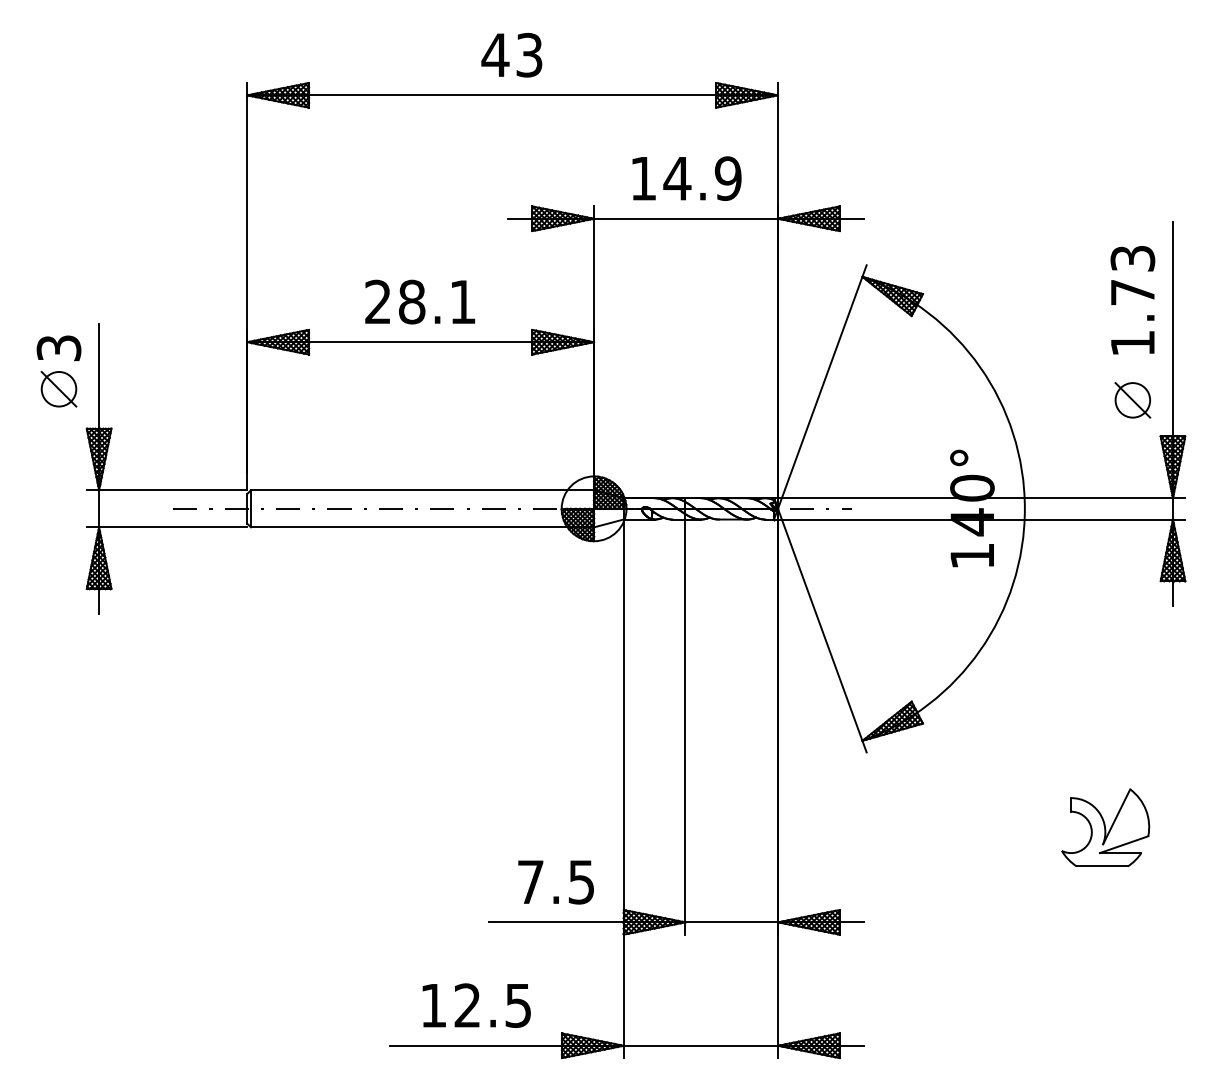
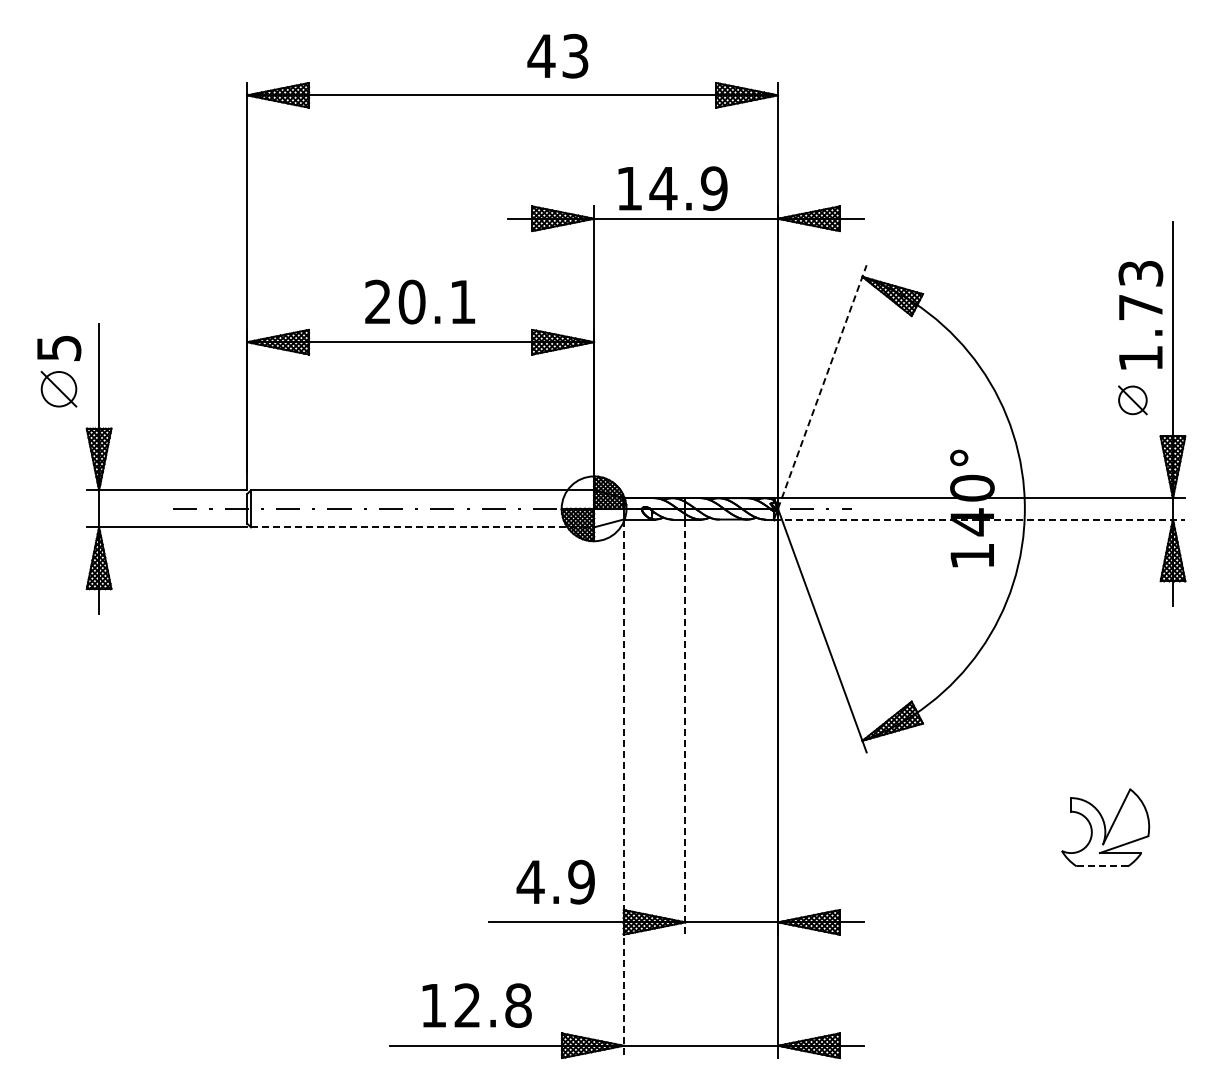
text at (511, 54) position: (511, 54) -> (557, 55)
text at (686, 178) position: (686, 178) -> (672, 188)
text at (1132, 300) position: (1132, 300) -> (1140, 315)
text at (411, 302): 28.1 -> 20.1
text at (58, 347): 3 -> 5
line at (822, 387): solid -> dashed
part at (1132, 400) size: 38x37 px -> 30x31 px
line at (979, 519): solid -> dashed
line at (422, 527): solid -> dashed
line at (685, 727): solid -> dashed
line at (623, 789): solid -> dashed
line at (1102, 866): solid -> dashed
text at (555, 881): 7.5 -> 4.9
text at (518, 1005): 12.5 -> 12.8
